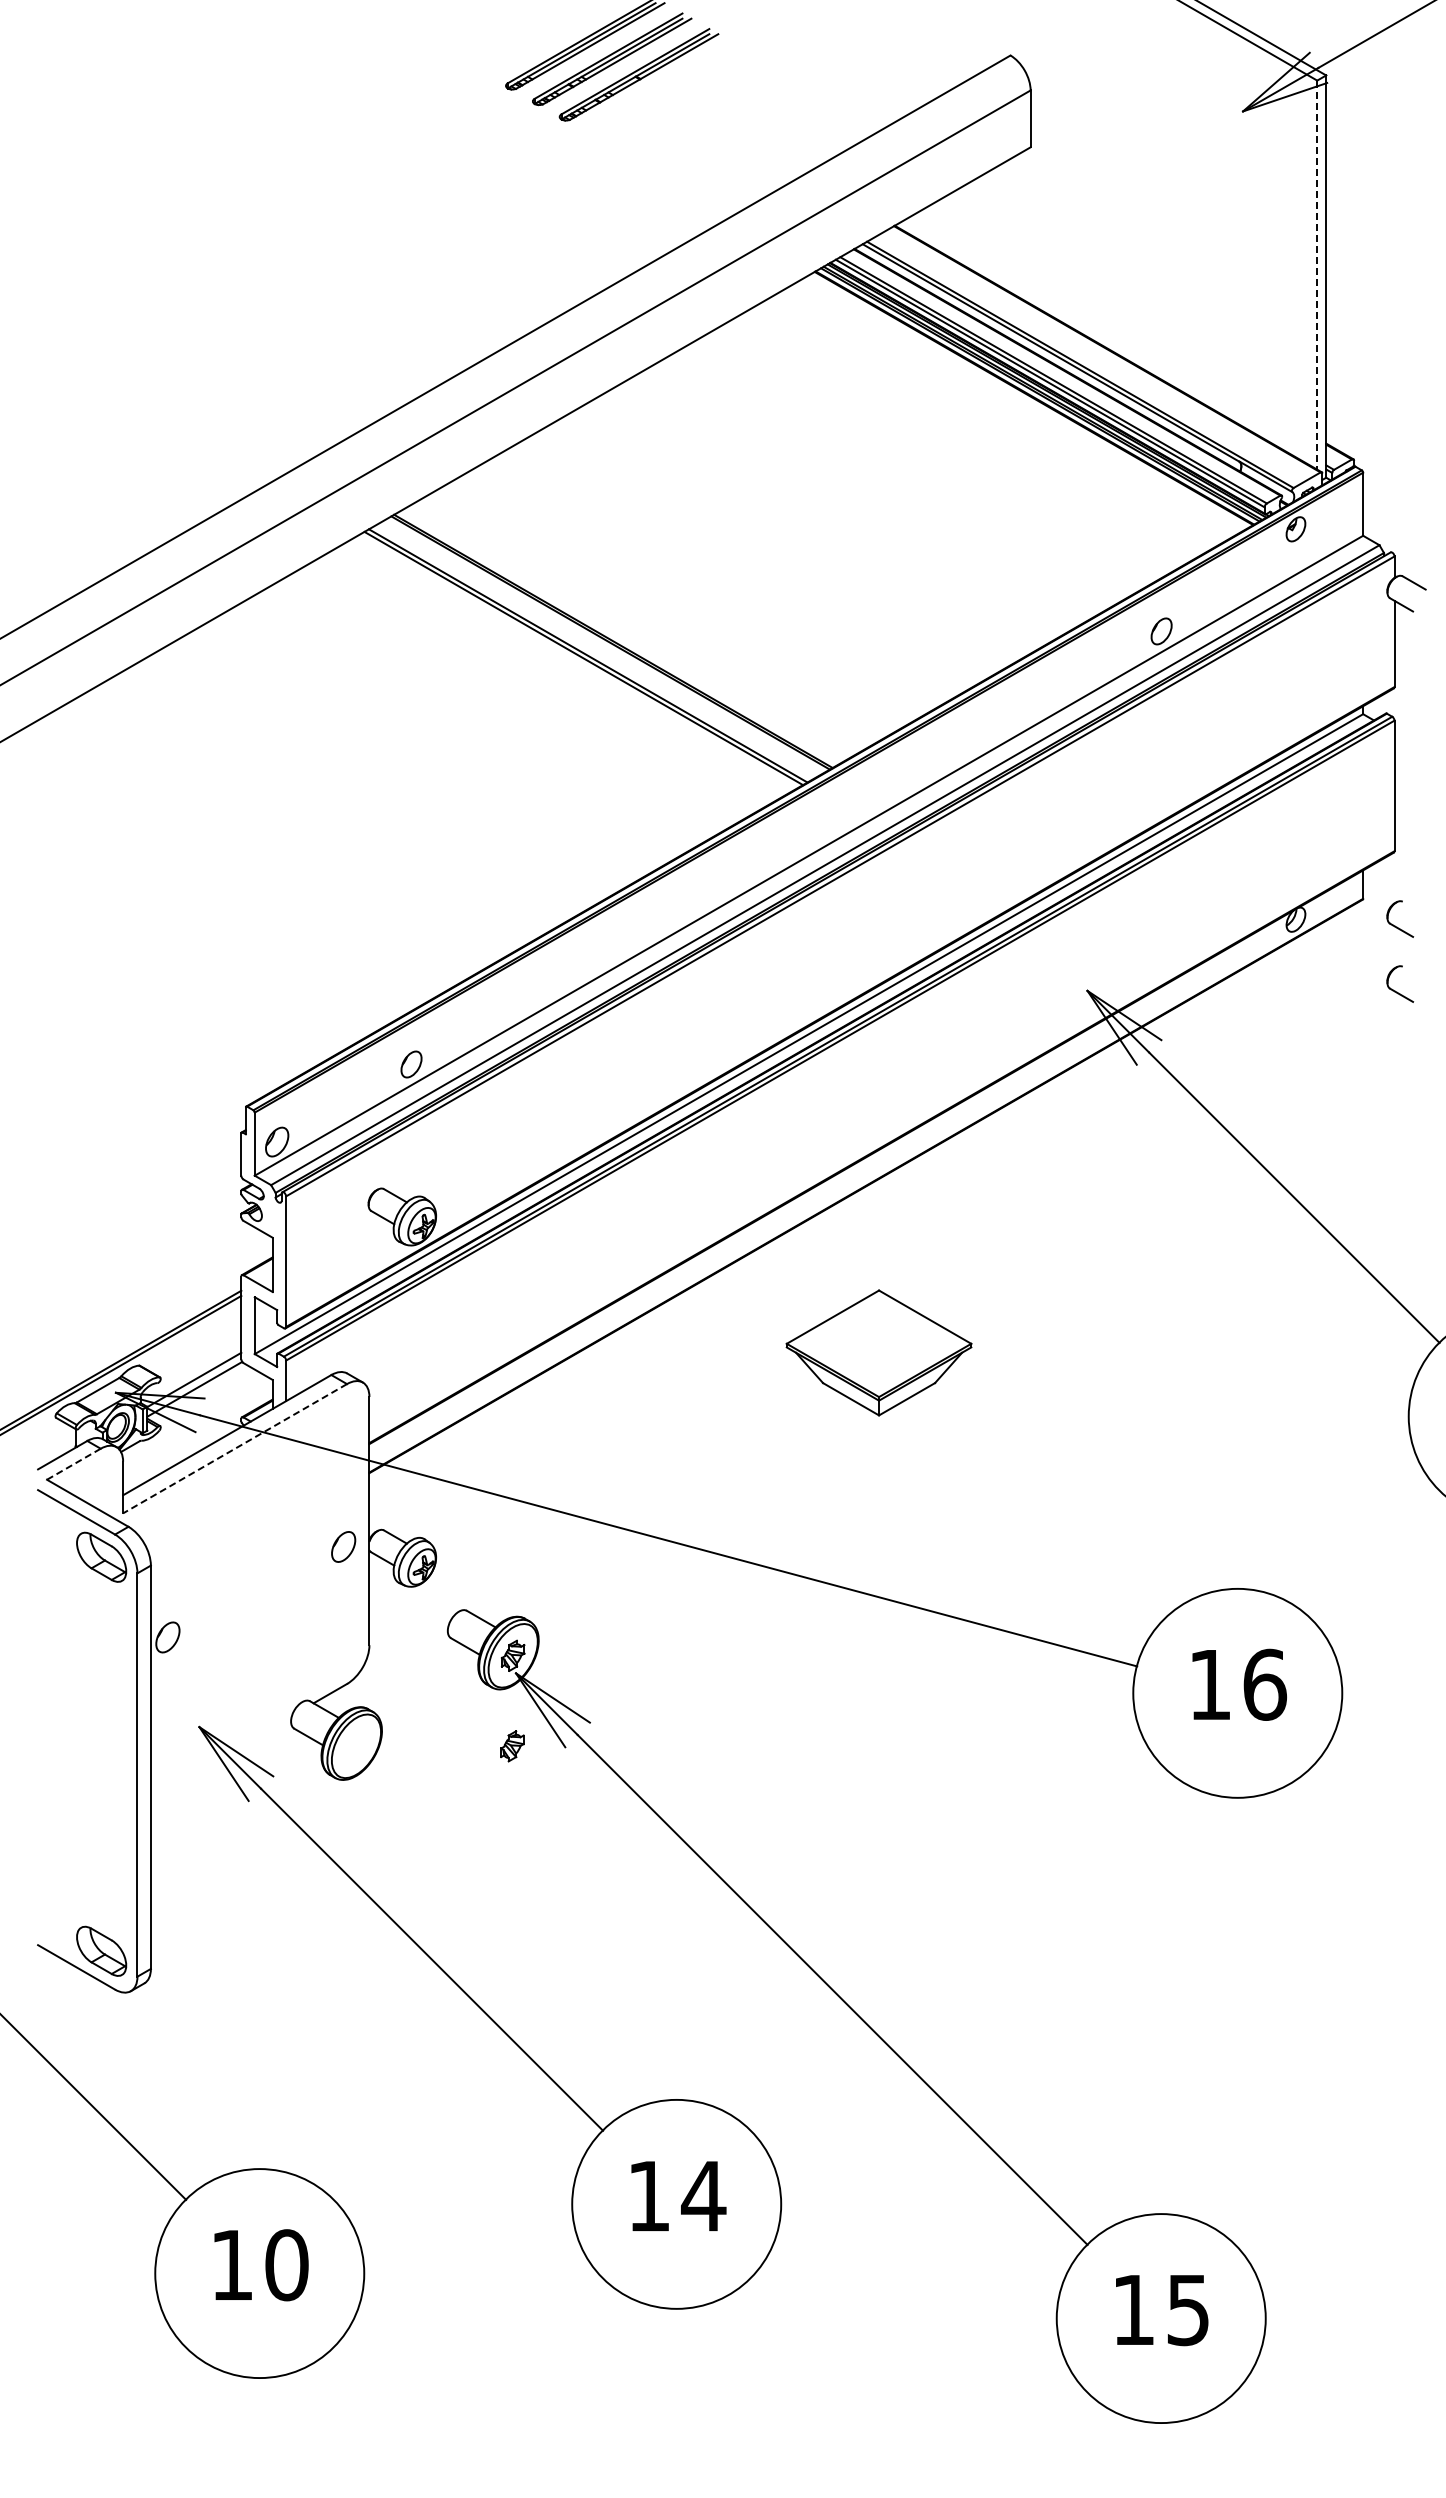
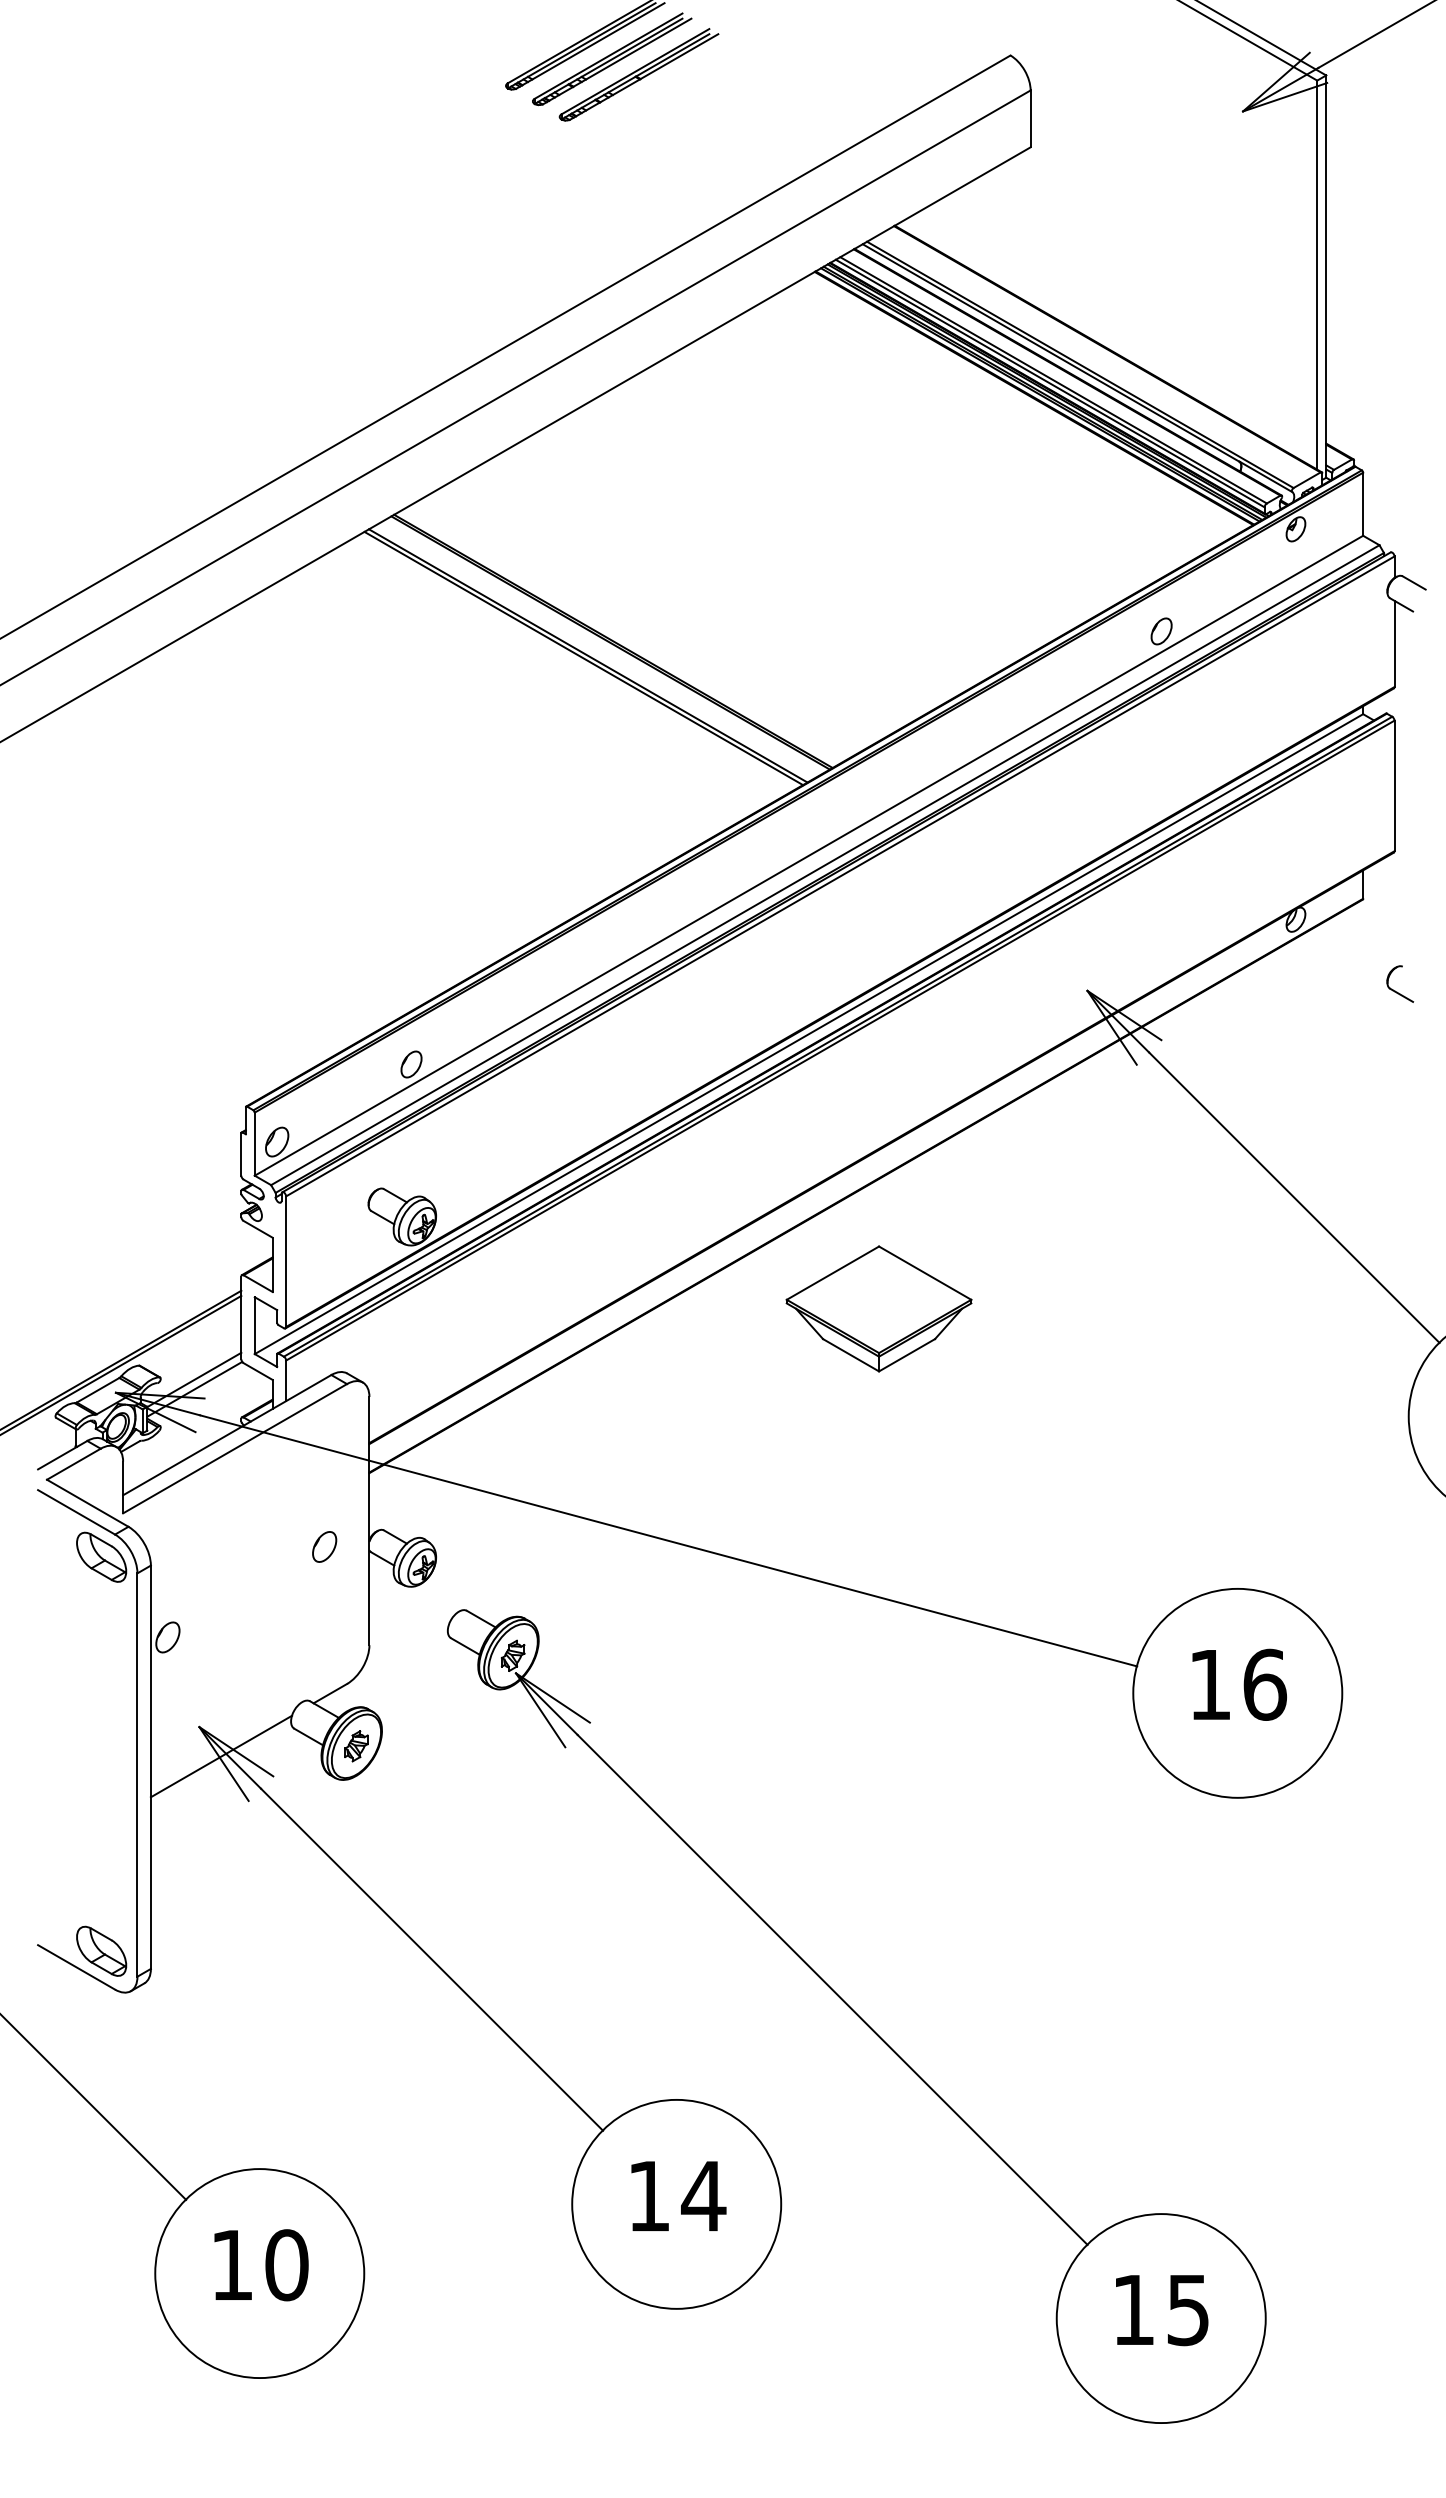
line at (1317, 275): dashed -> solid
part at (1397, 926): present -> none
part at (878, 1352) position: (878, 1352) -> (878, 1308)
line at (234, 1448): dashed -> solid
line at (74, 1464): dashed -> solid
part at (343, 1546) position: (343, 1546) -> (324, 1546)
part at (512, 1746) position: (512, 1746) -> (356, 1746)
line at (221, 1756): none -> present
